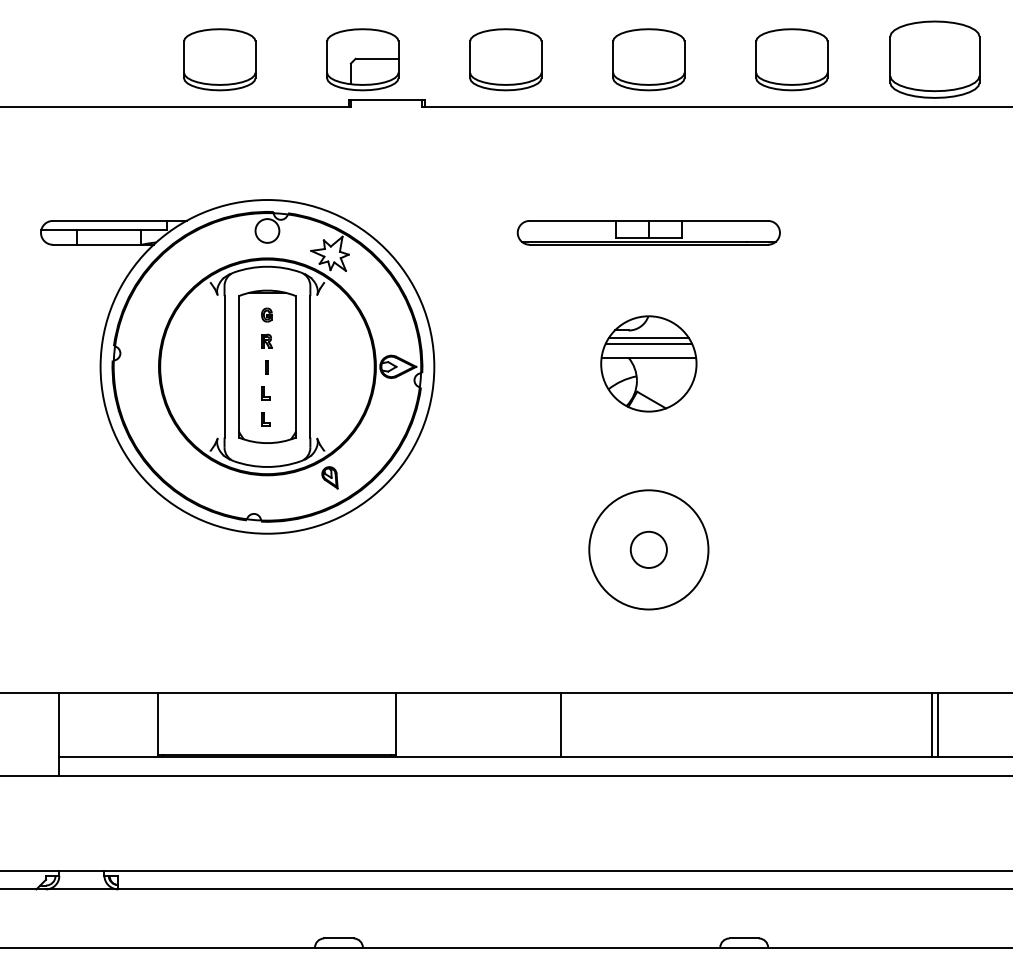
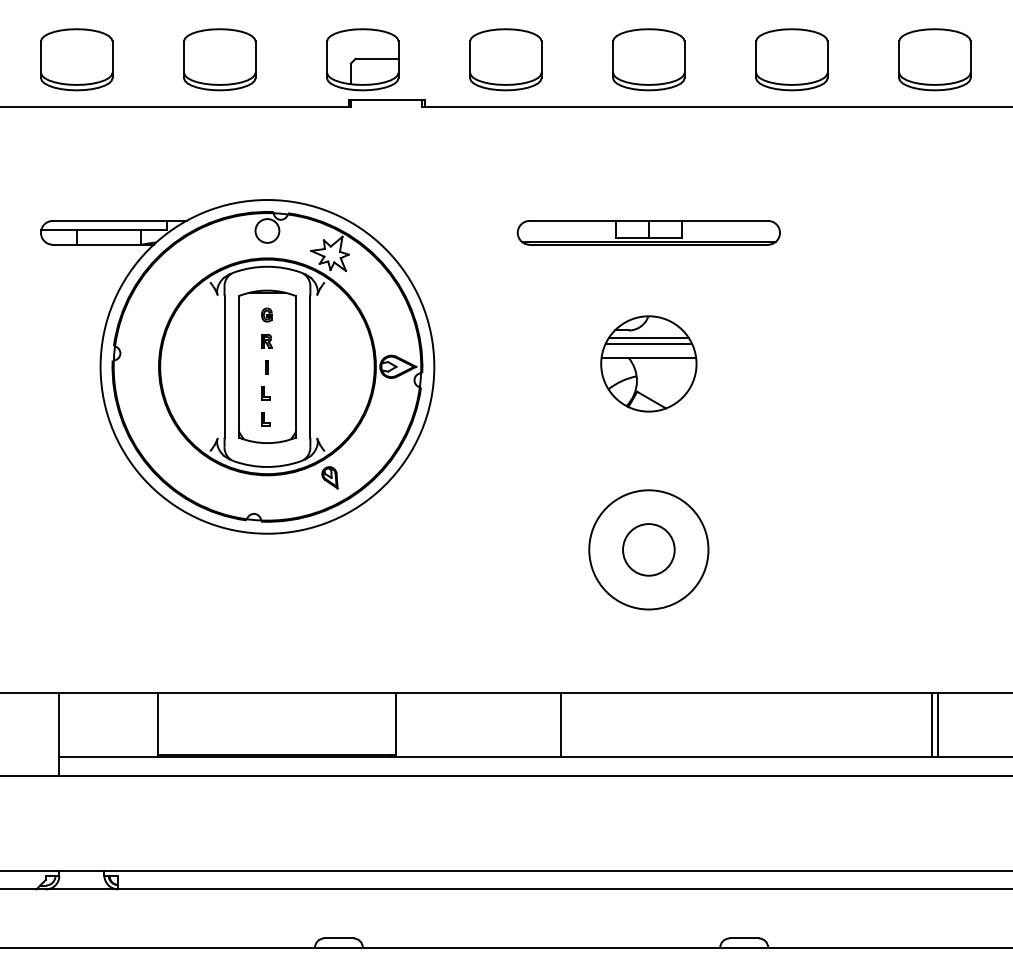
part at (76, 59): none -> present
part at (934, 59) size: 92x79 px -> 74x64 px
circle at (648, 549) diameter: 36 px -> 52 px
